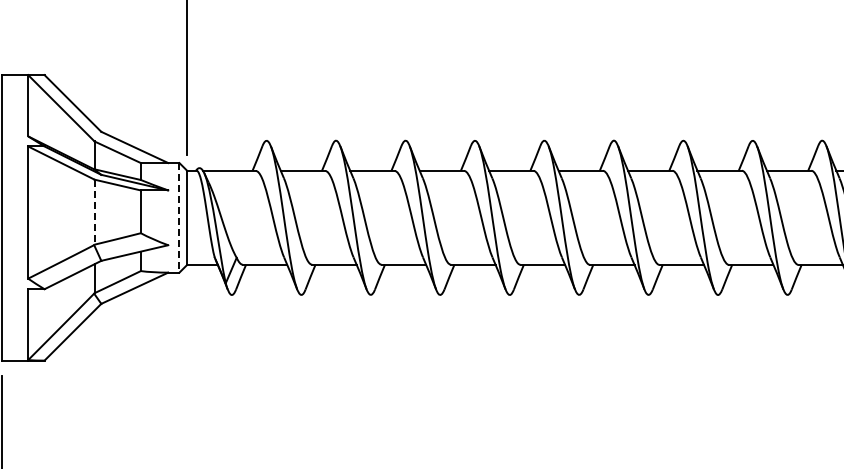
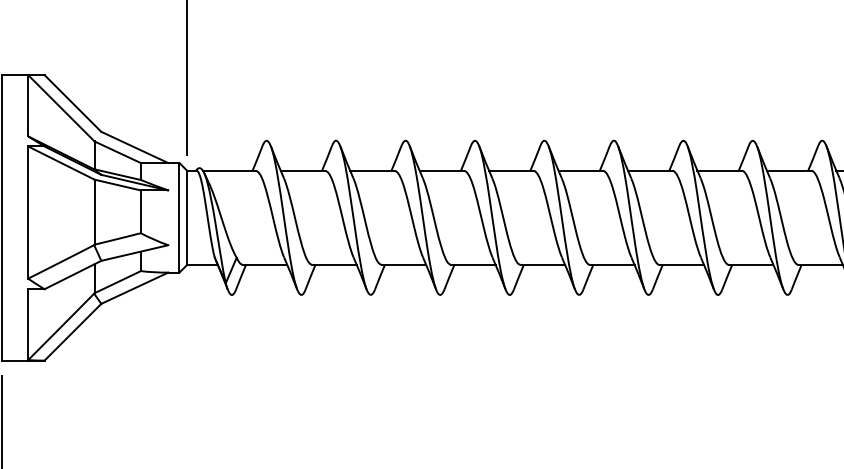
line at (94, 212): dashed -> solid
line at (179, 217): dashed -> solid
